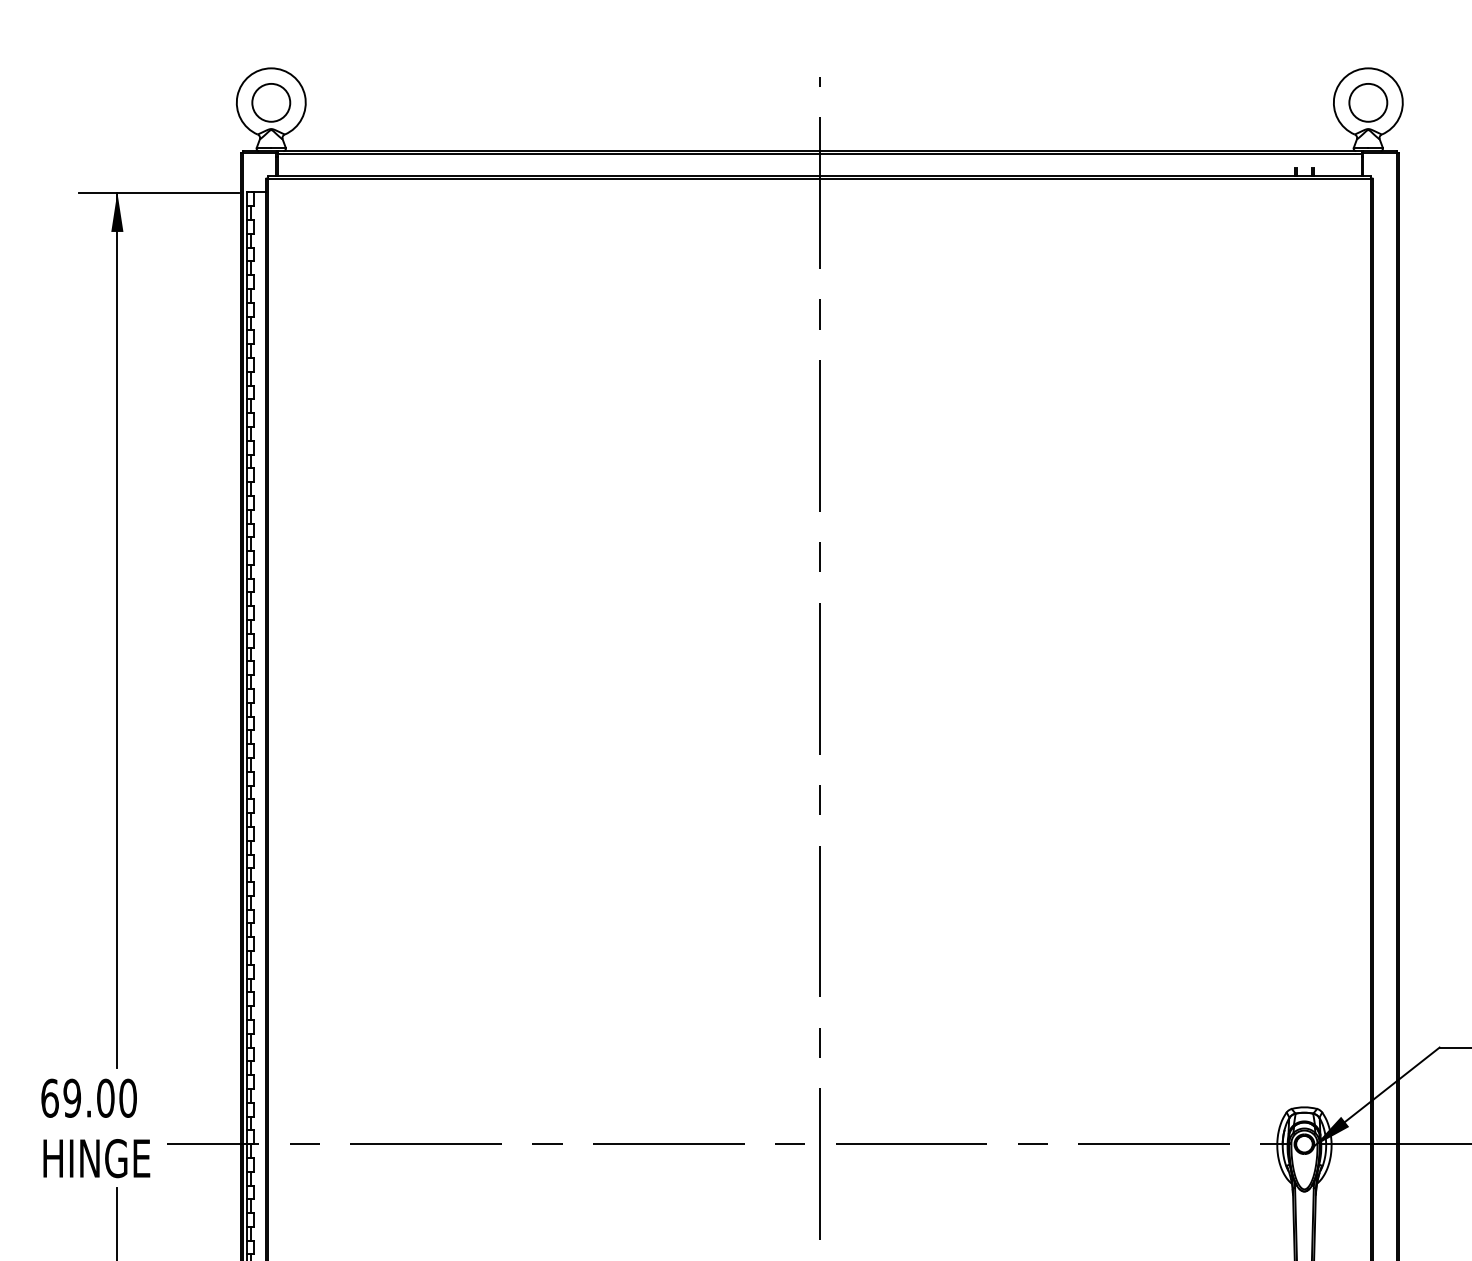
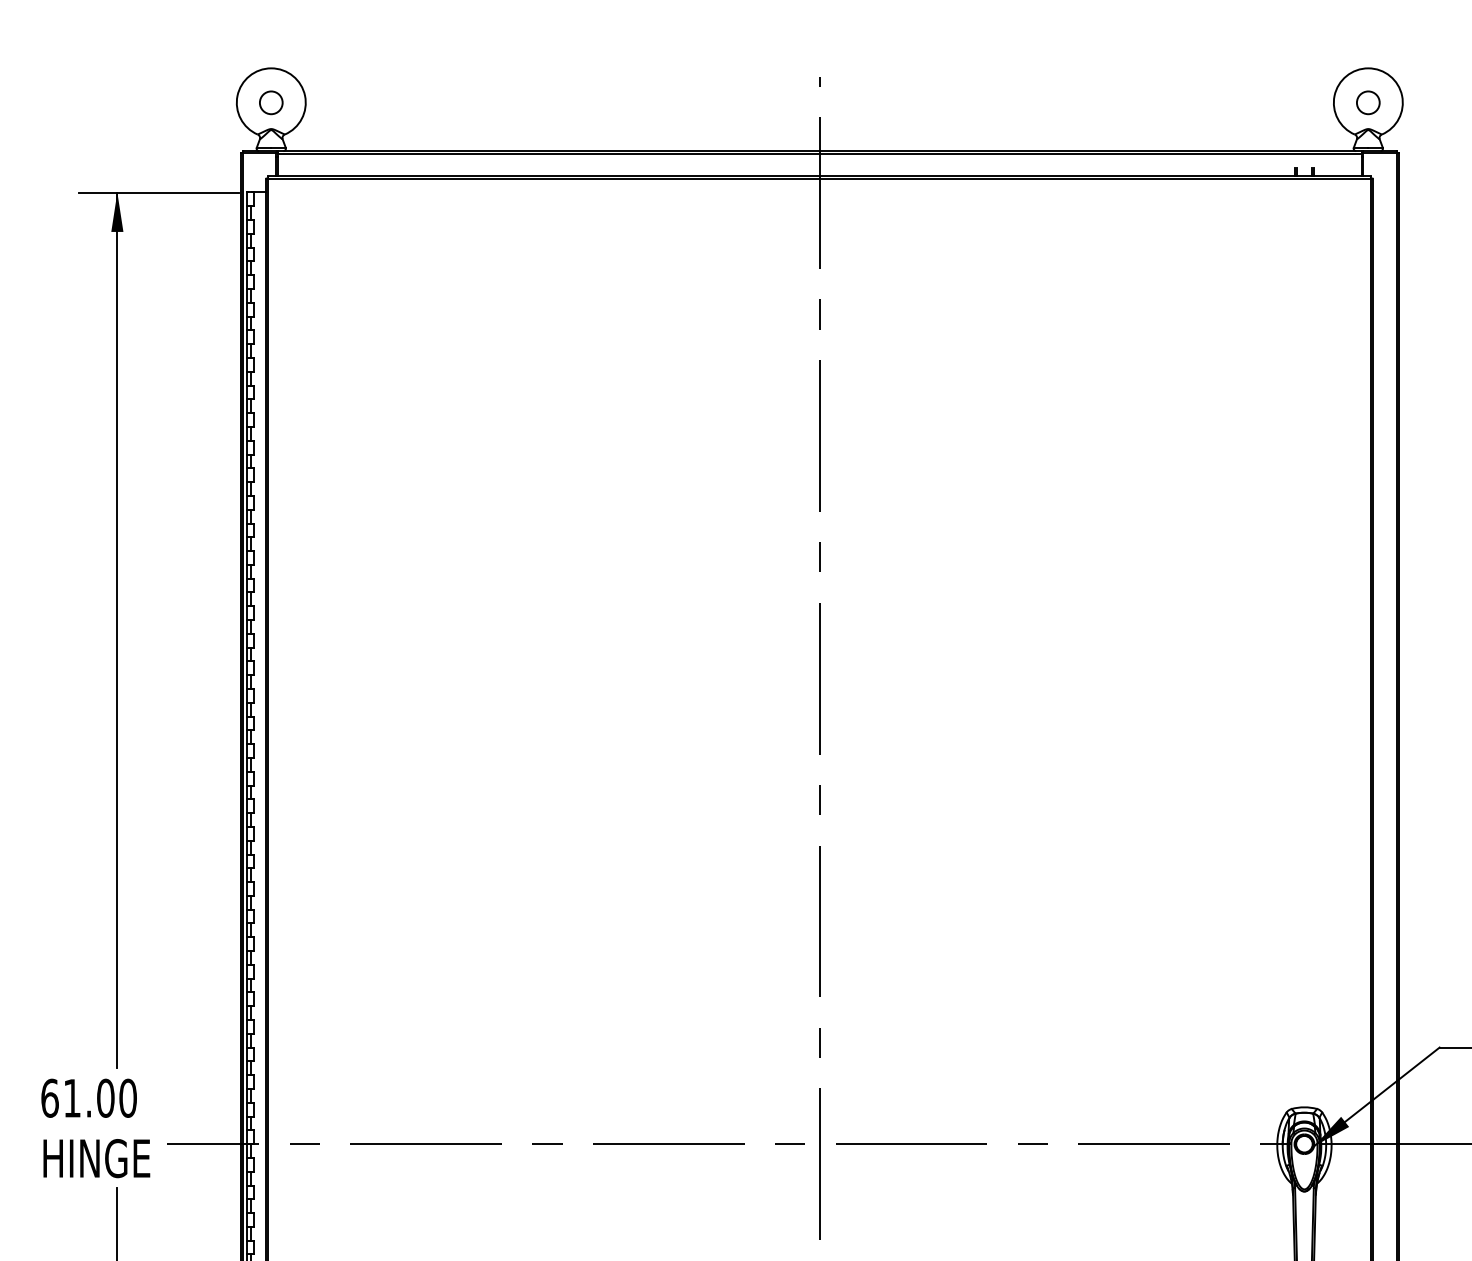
circle at (271, 102) diameter: 38 px -> 23 px
circle at (1368, 102) diameter: 38 px -> 23 px
text at (72, 1097): 69.00 -> 61.00
